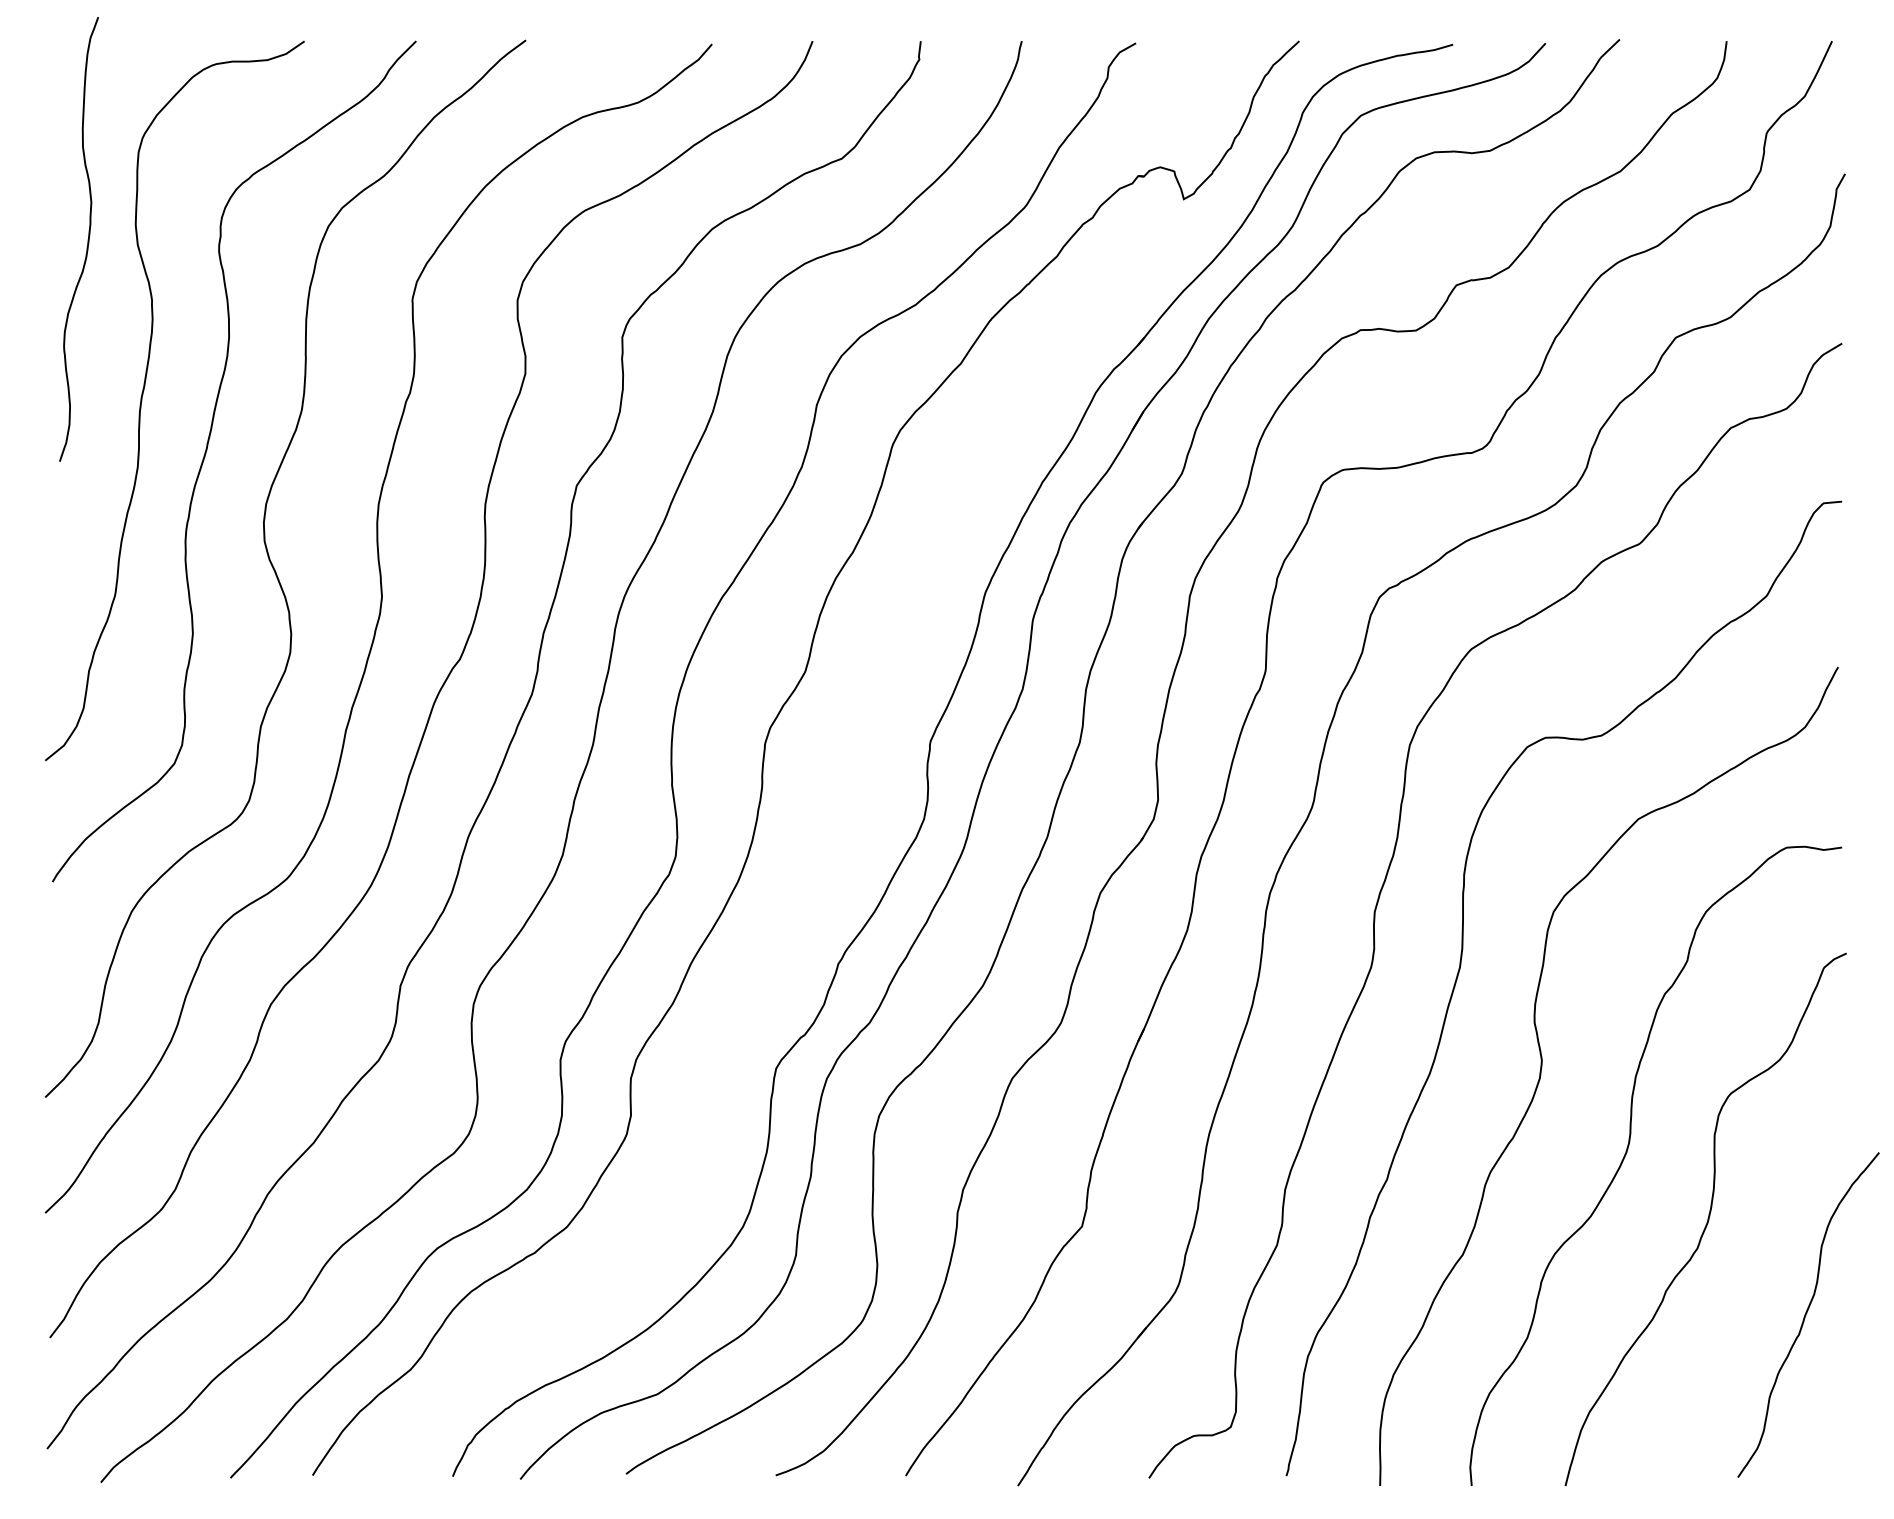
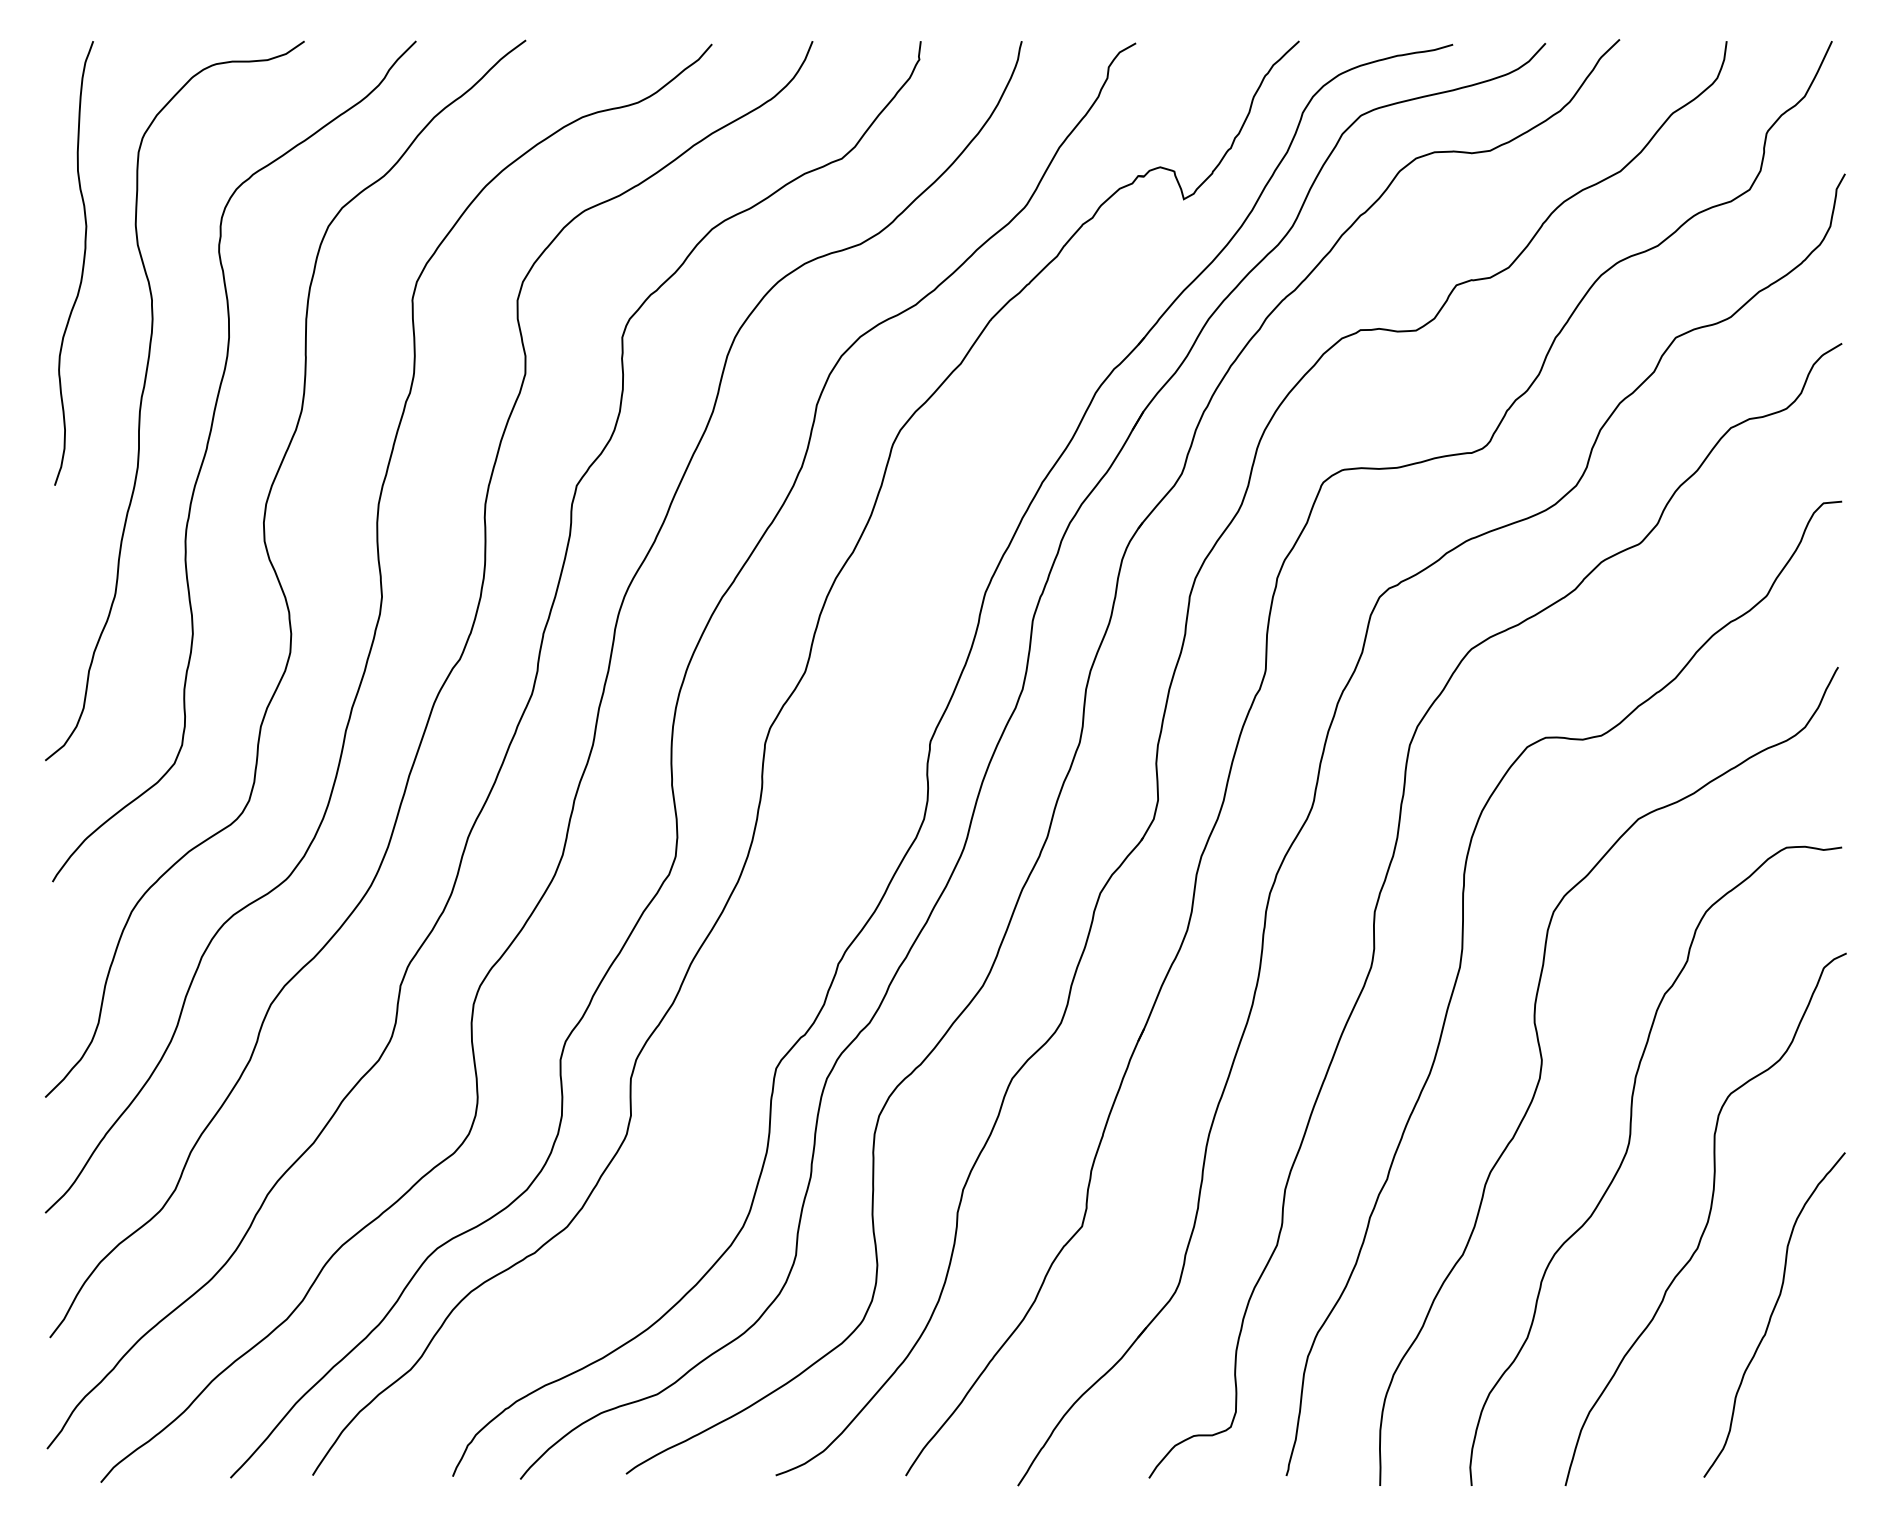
curve at (87, 239) position: (87, 239) -> (82, 263)
curve at (1807, 1313) position: (1807, 1313) -> (1773, 1313)
